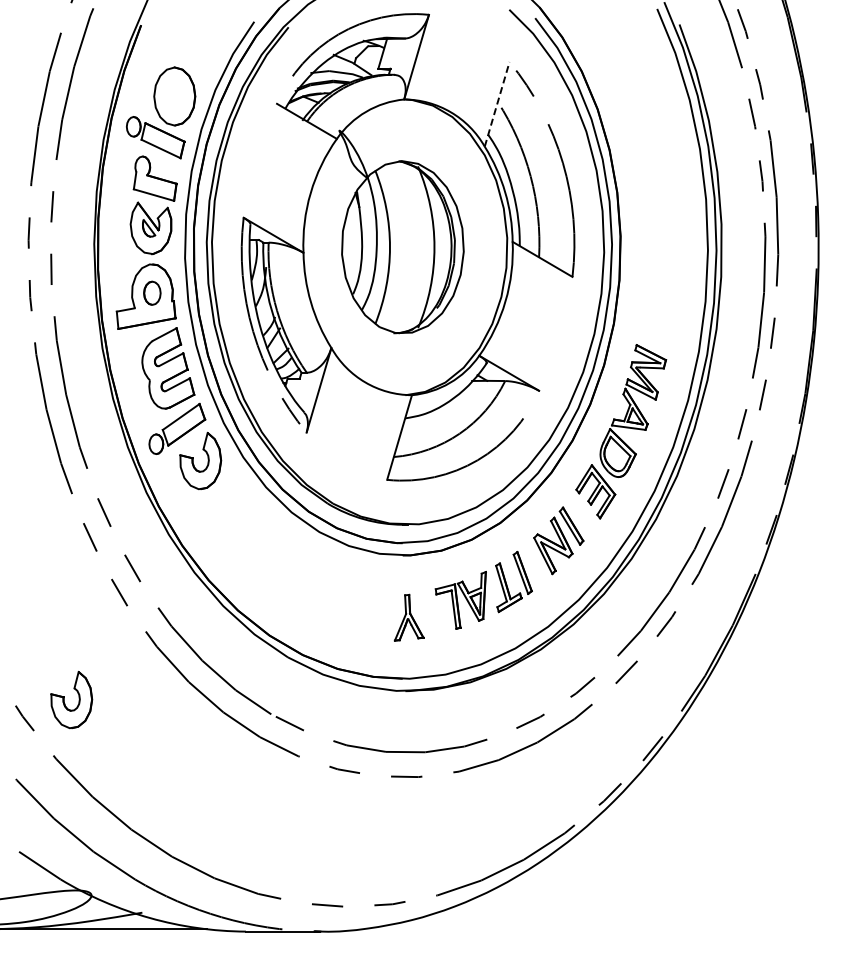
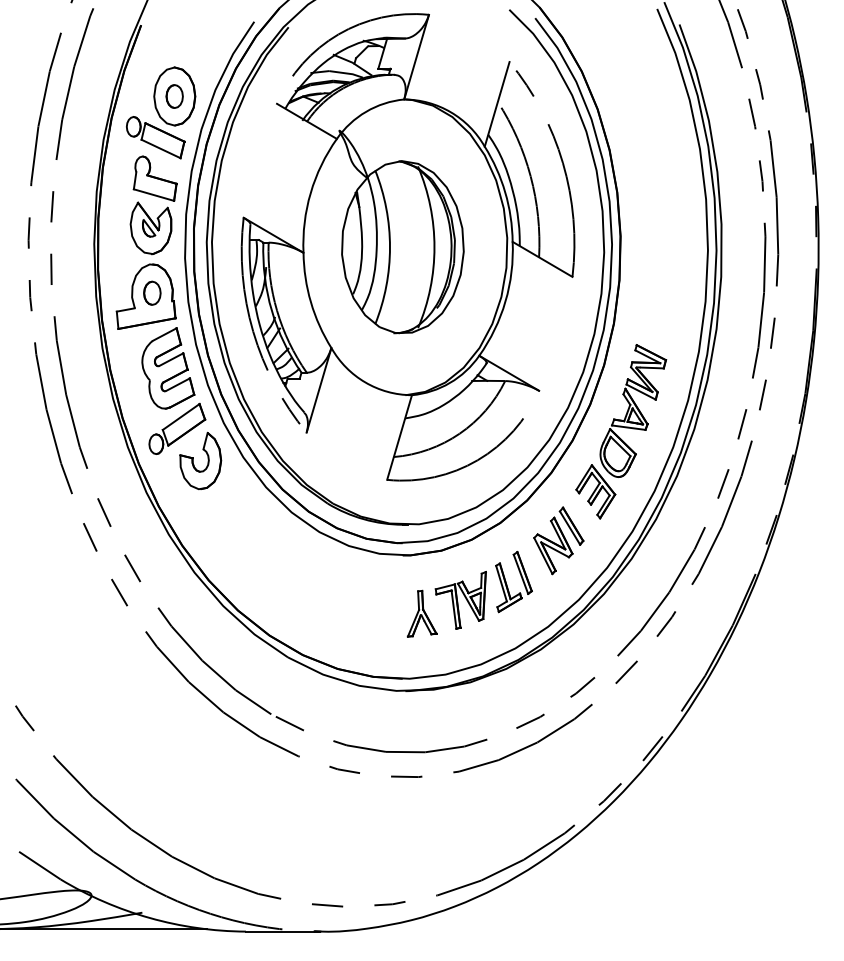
part at (174, 96): none -> present
line at (497, 103): dashed -> solid
part at (408, 617) position: (408, 617) -> (421, 613)
part at (64, 699): present -> none
